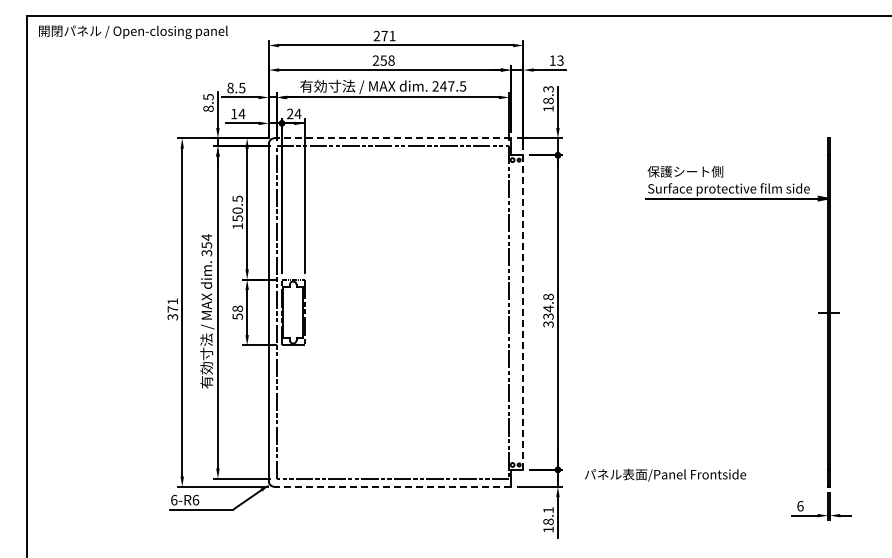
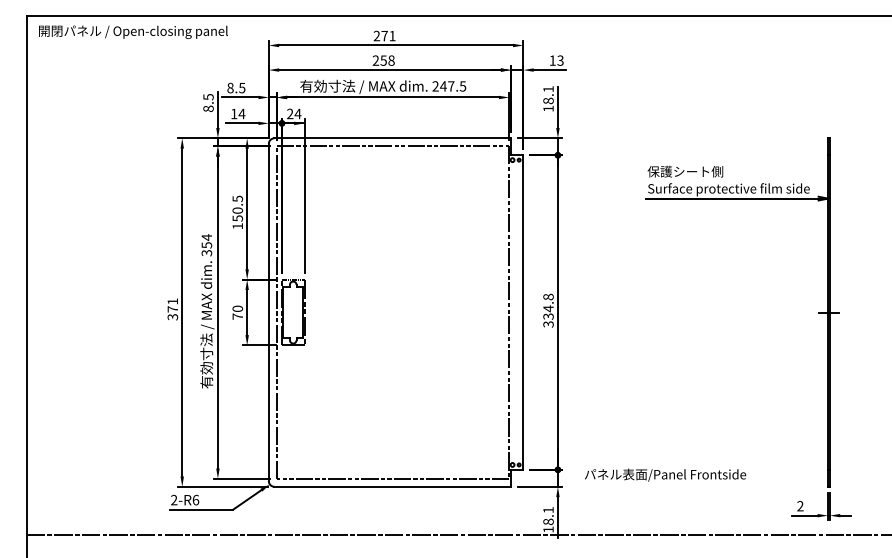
text at (548, 89): 18.3 -> 18.1
line at (392, 138): dashed -> solid
text at (237, 312): 58 -> 70
line at (523, 312): dashed -> solid
line at (392, 486): dashed -> solid
text at (174, 499): 6-R6 -> 2-R6
text at (800, 506): 6 -> 2
line at (457, 535): none -> present
